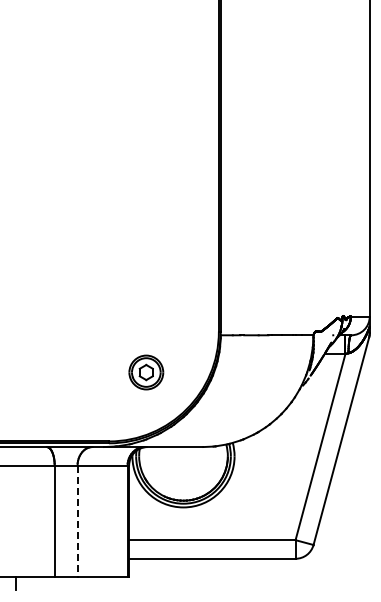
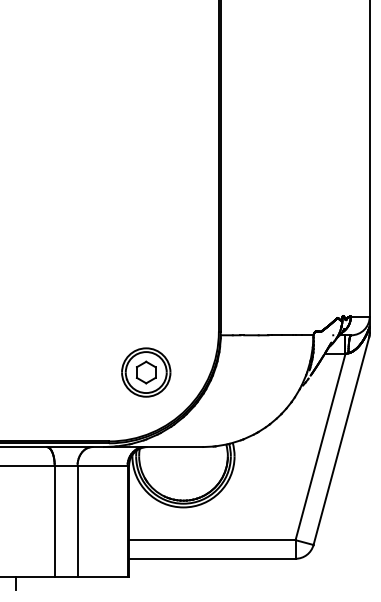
part at (146, 372) size: 37x37 px -> 51x51 px
line at (77, 521): dashed -> solid
